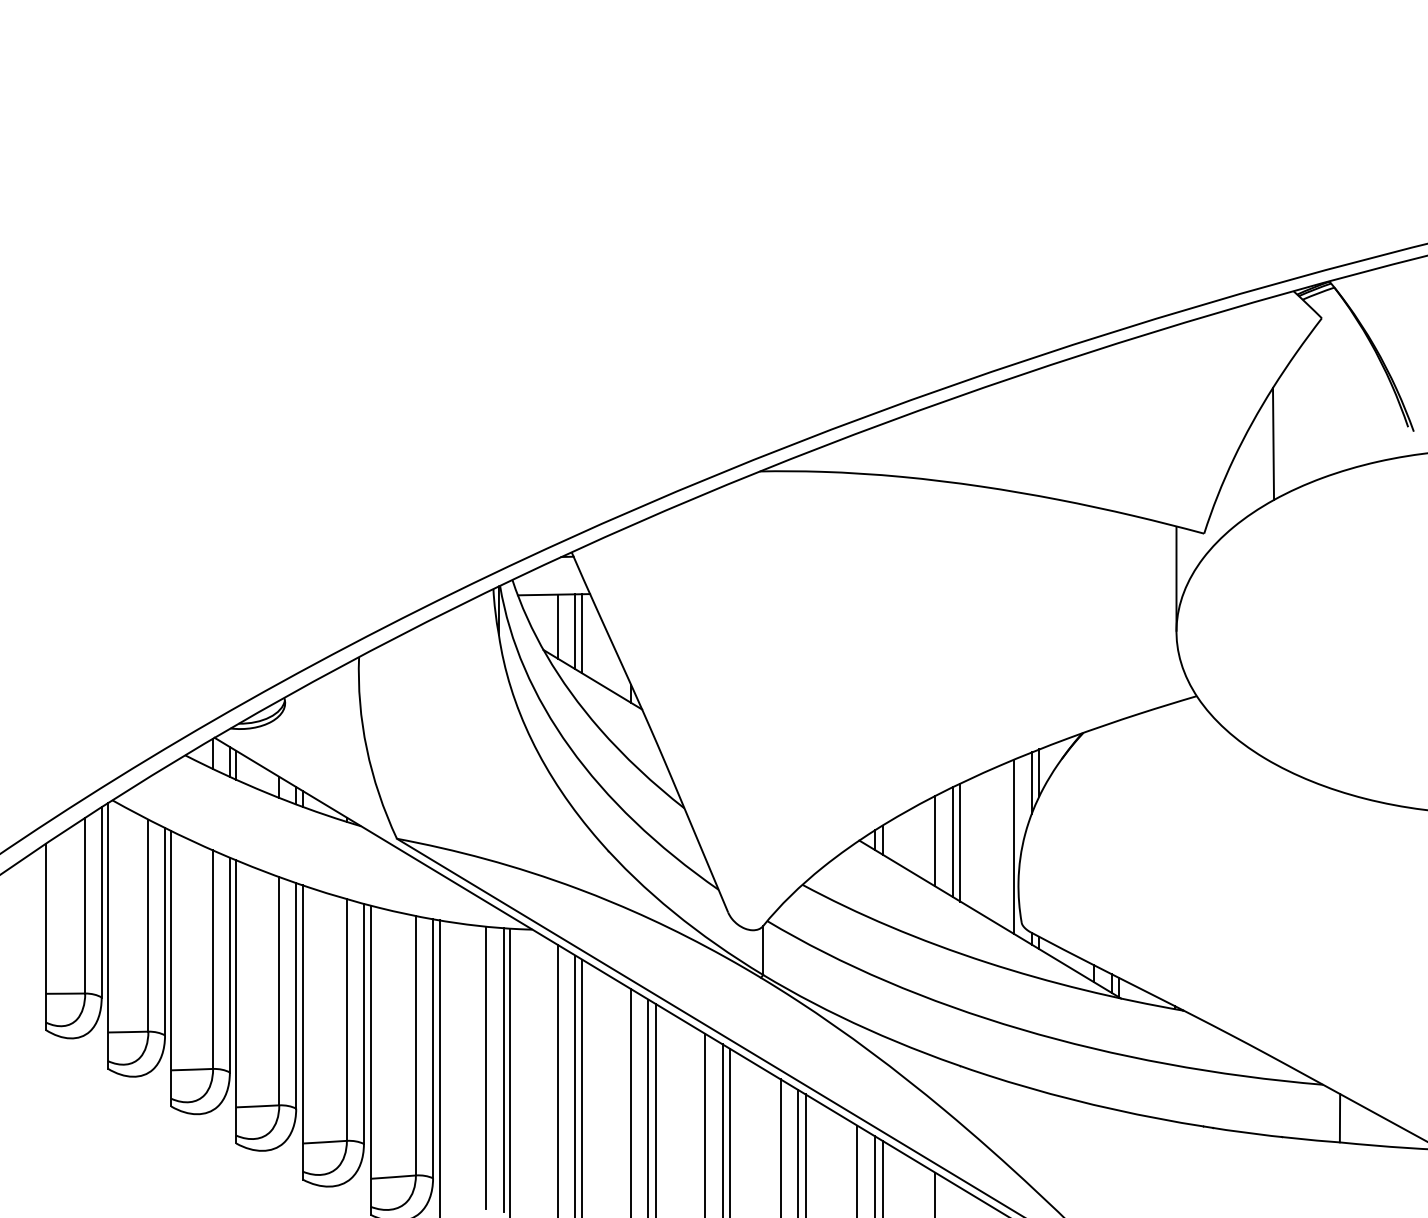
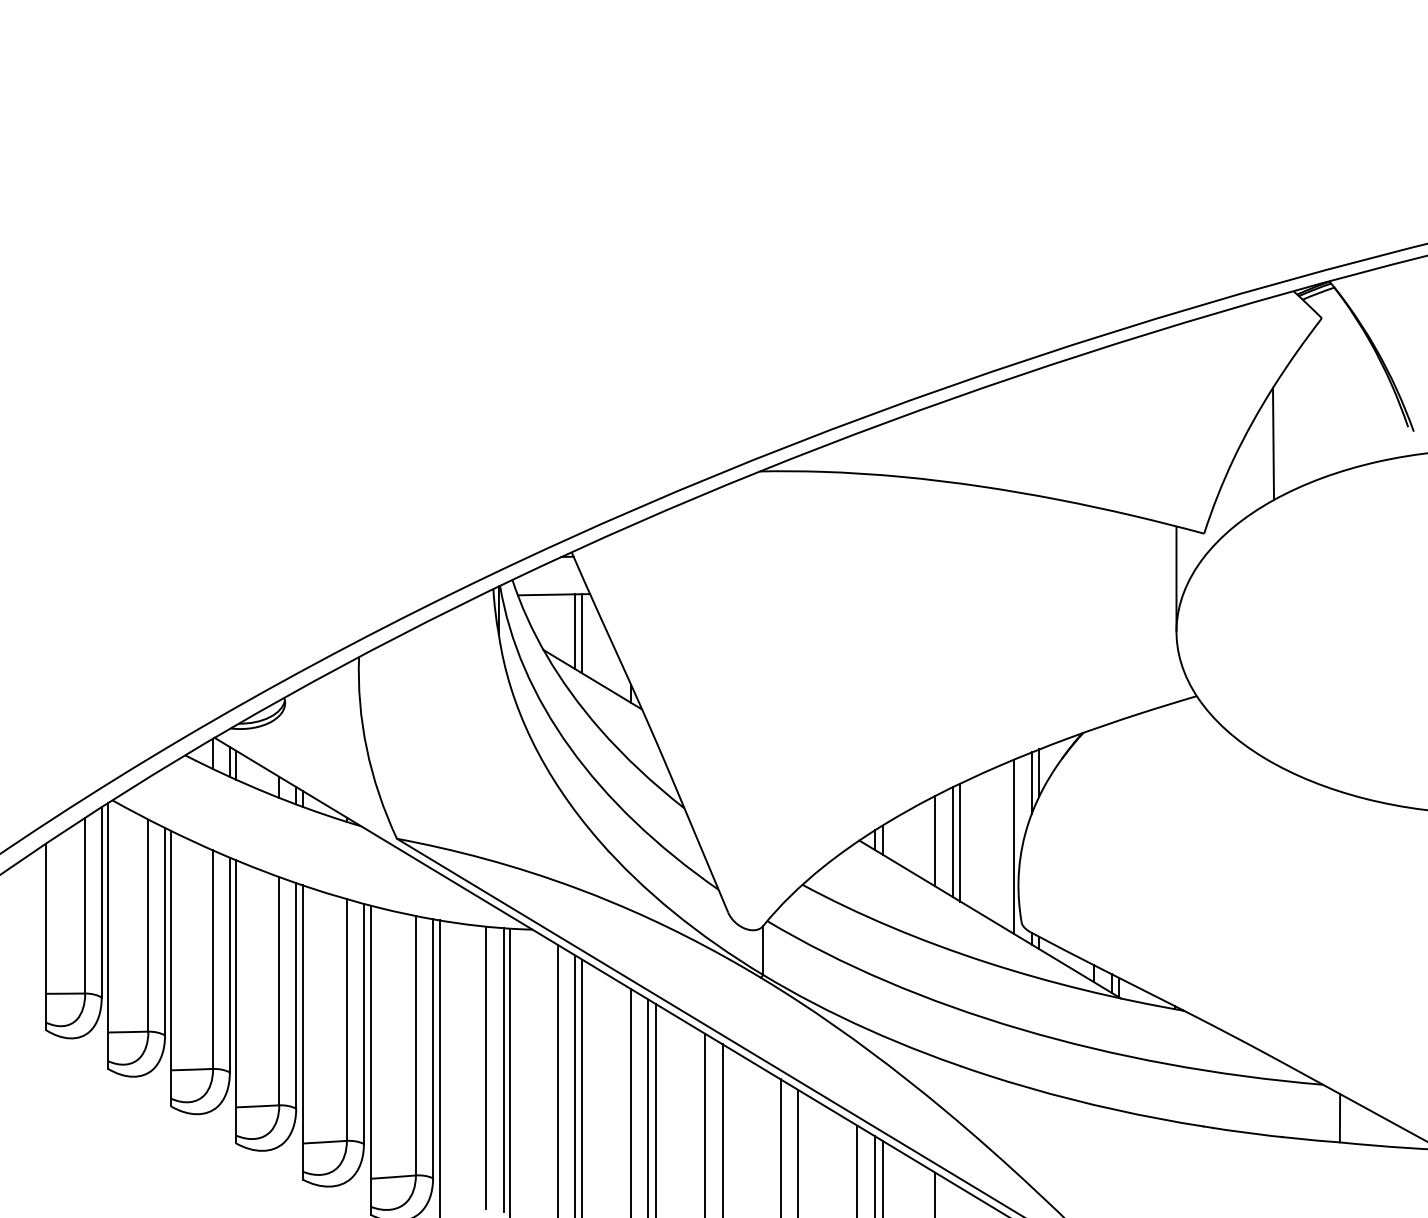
line at (558, 626): present -> none
line at (730, 1131): present -> none
line at (805, 1154): present -> none
